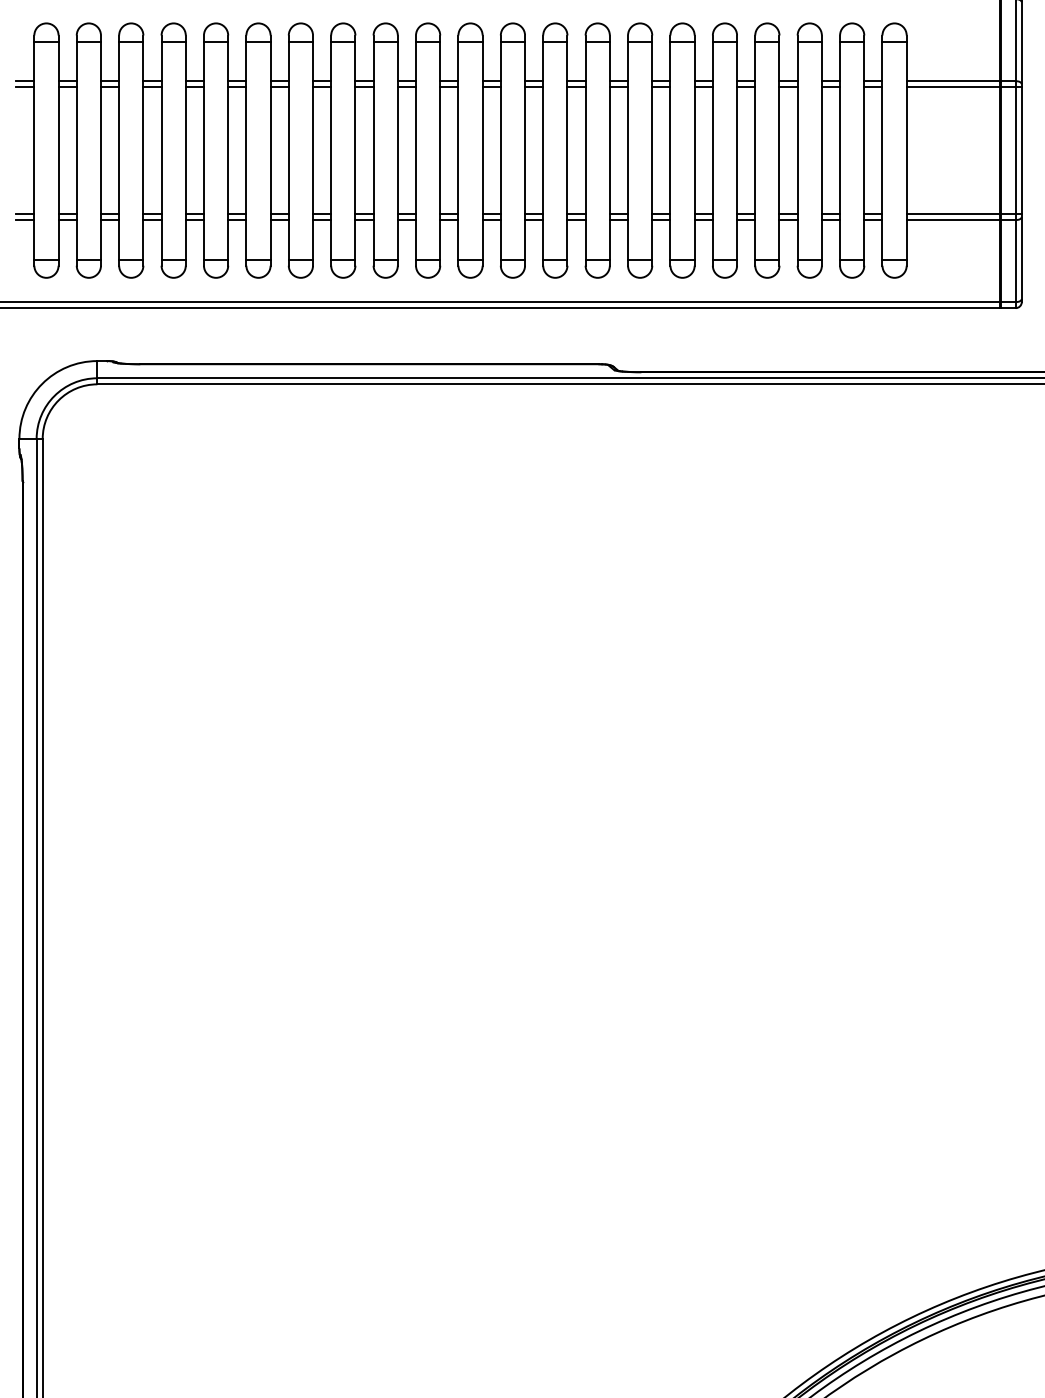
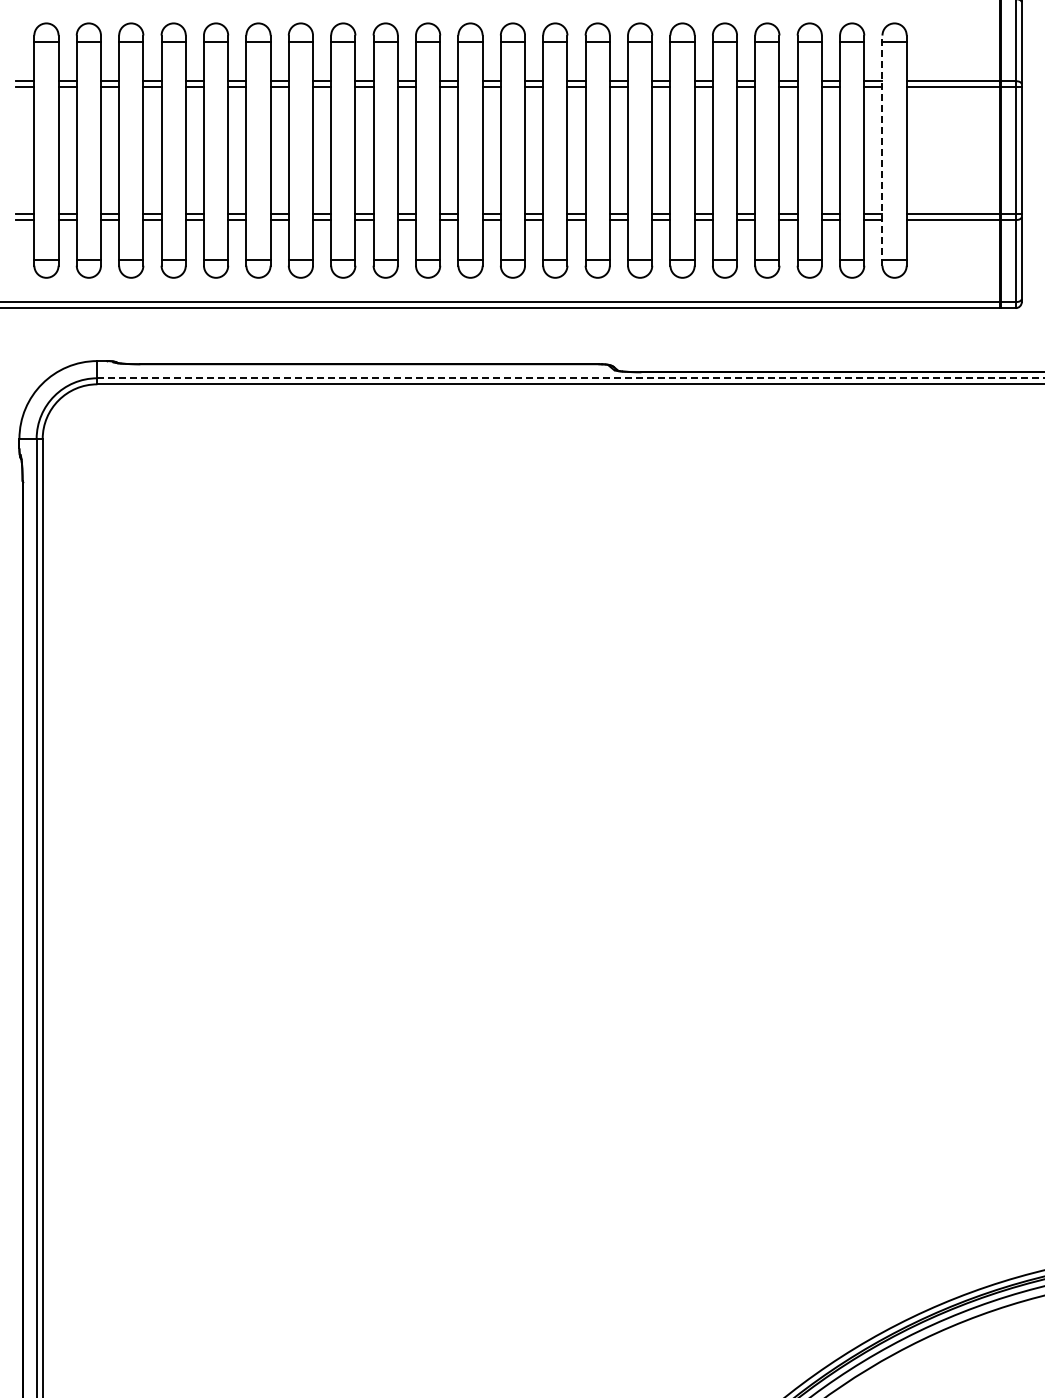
line at (882, 150): solid -> dashed
line at (570, 378): solid -> dashed
